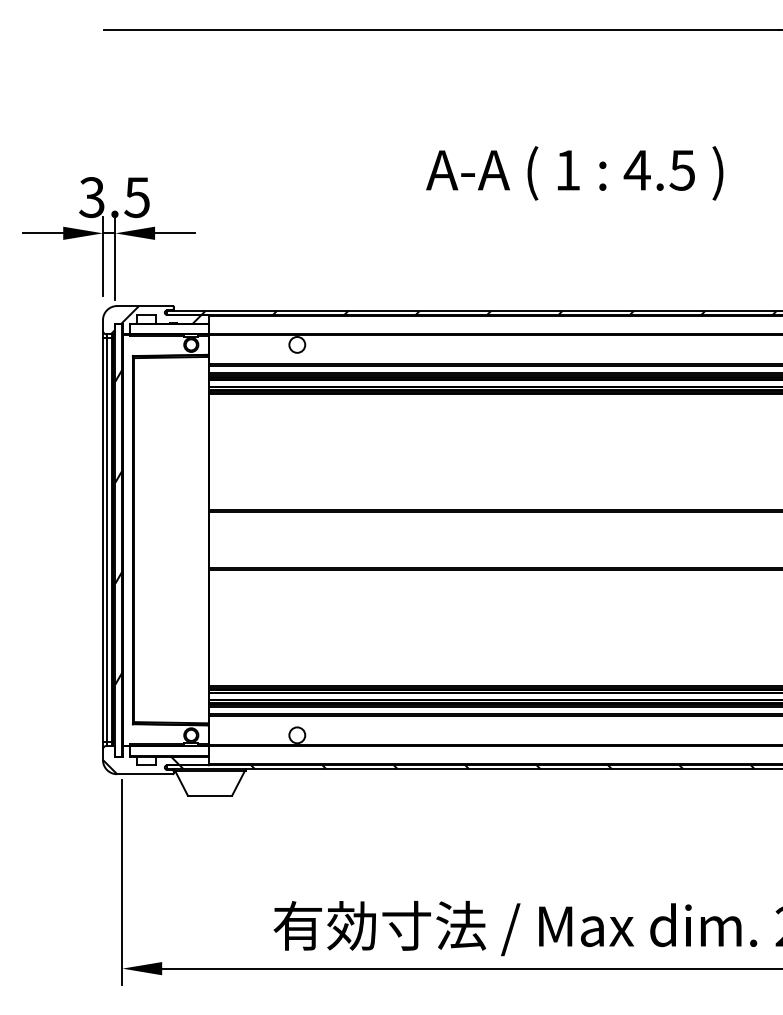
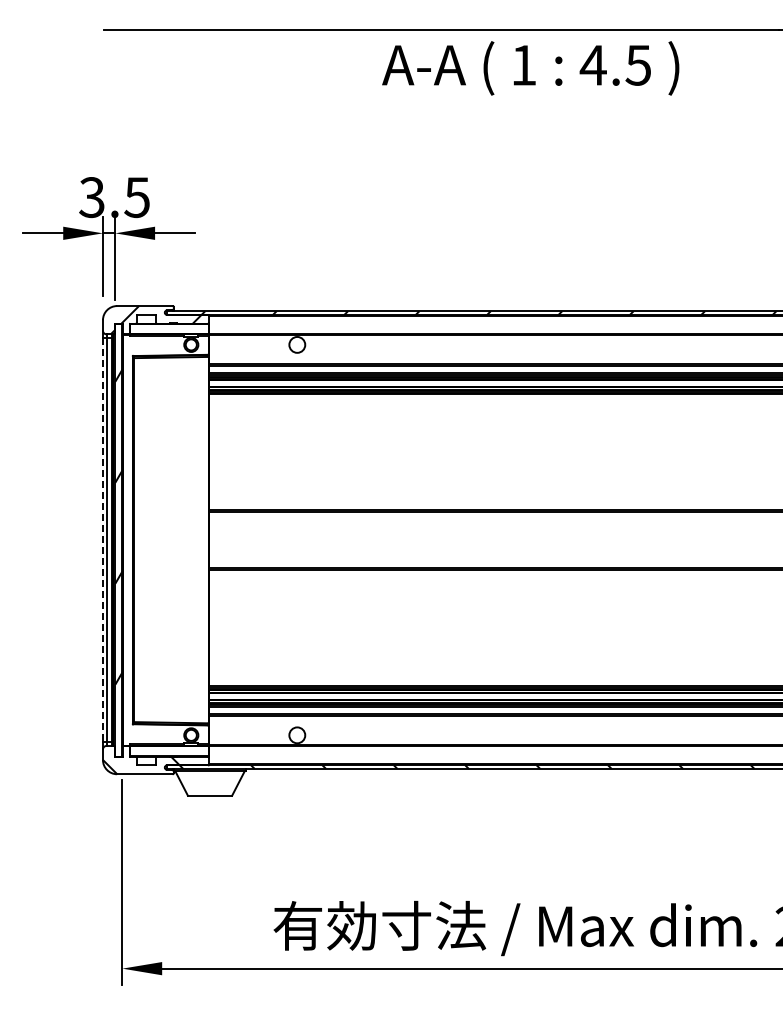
text at (574, 173) position: (574, 173) -> (530, 68)
line at (102, 540): solid -> dashed
